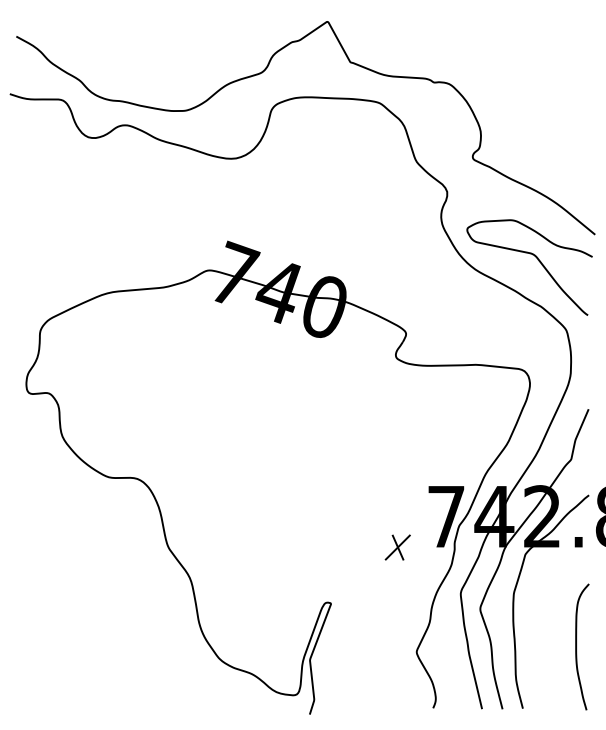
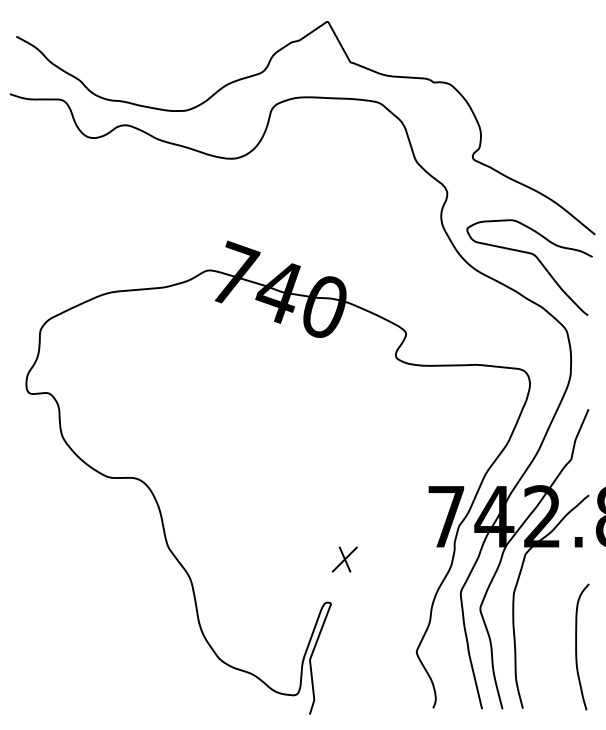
part at (397, 547) position: (397, 547) -> (344, 559)
